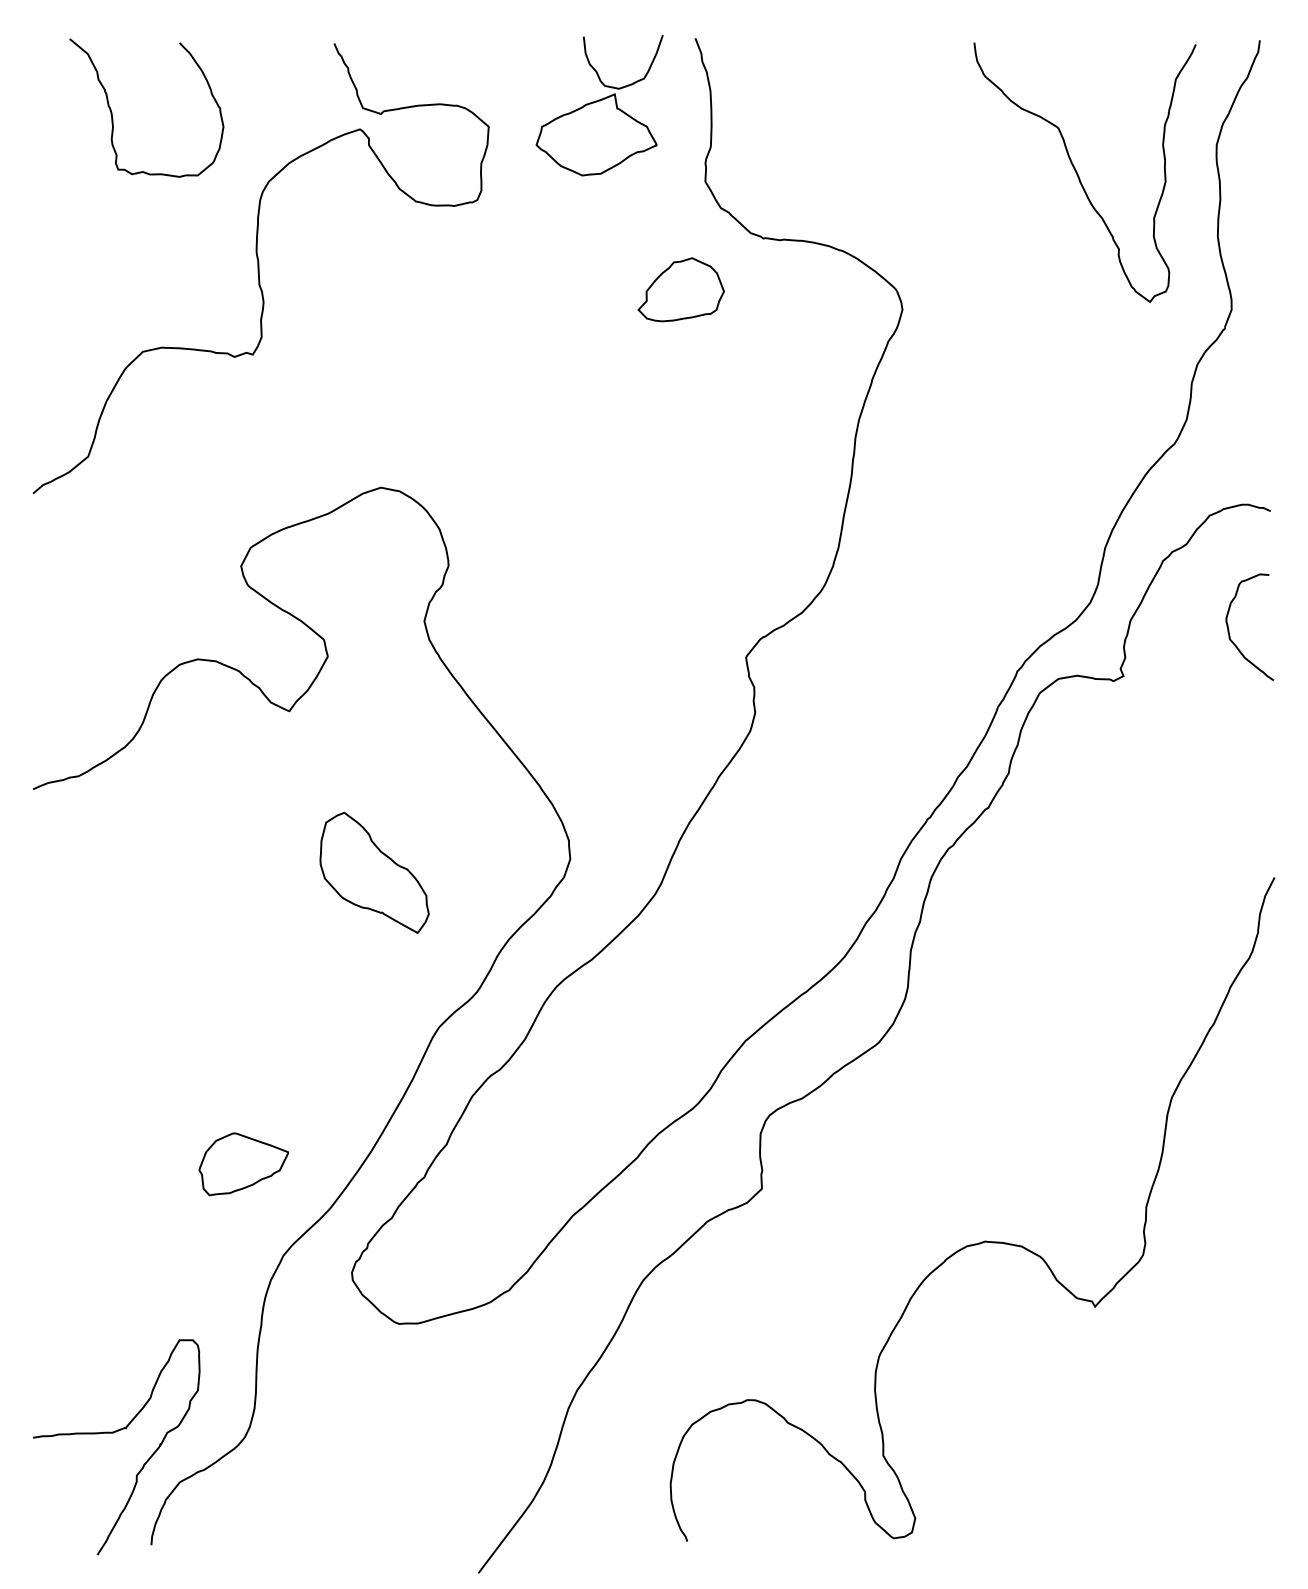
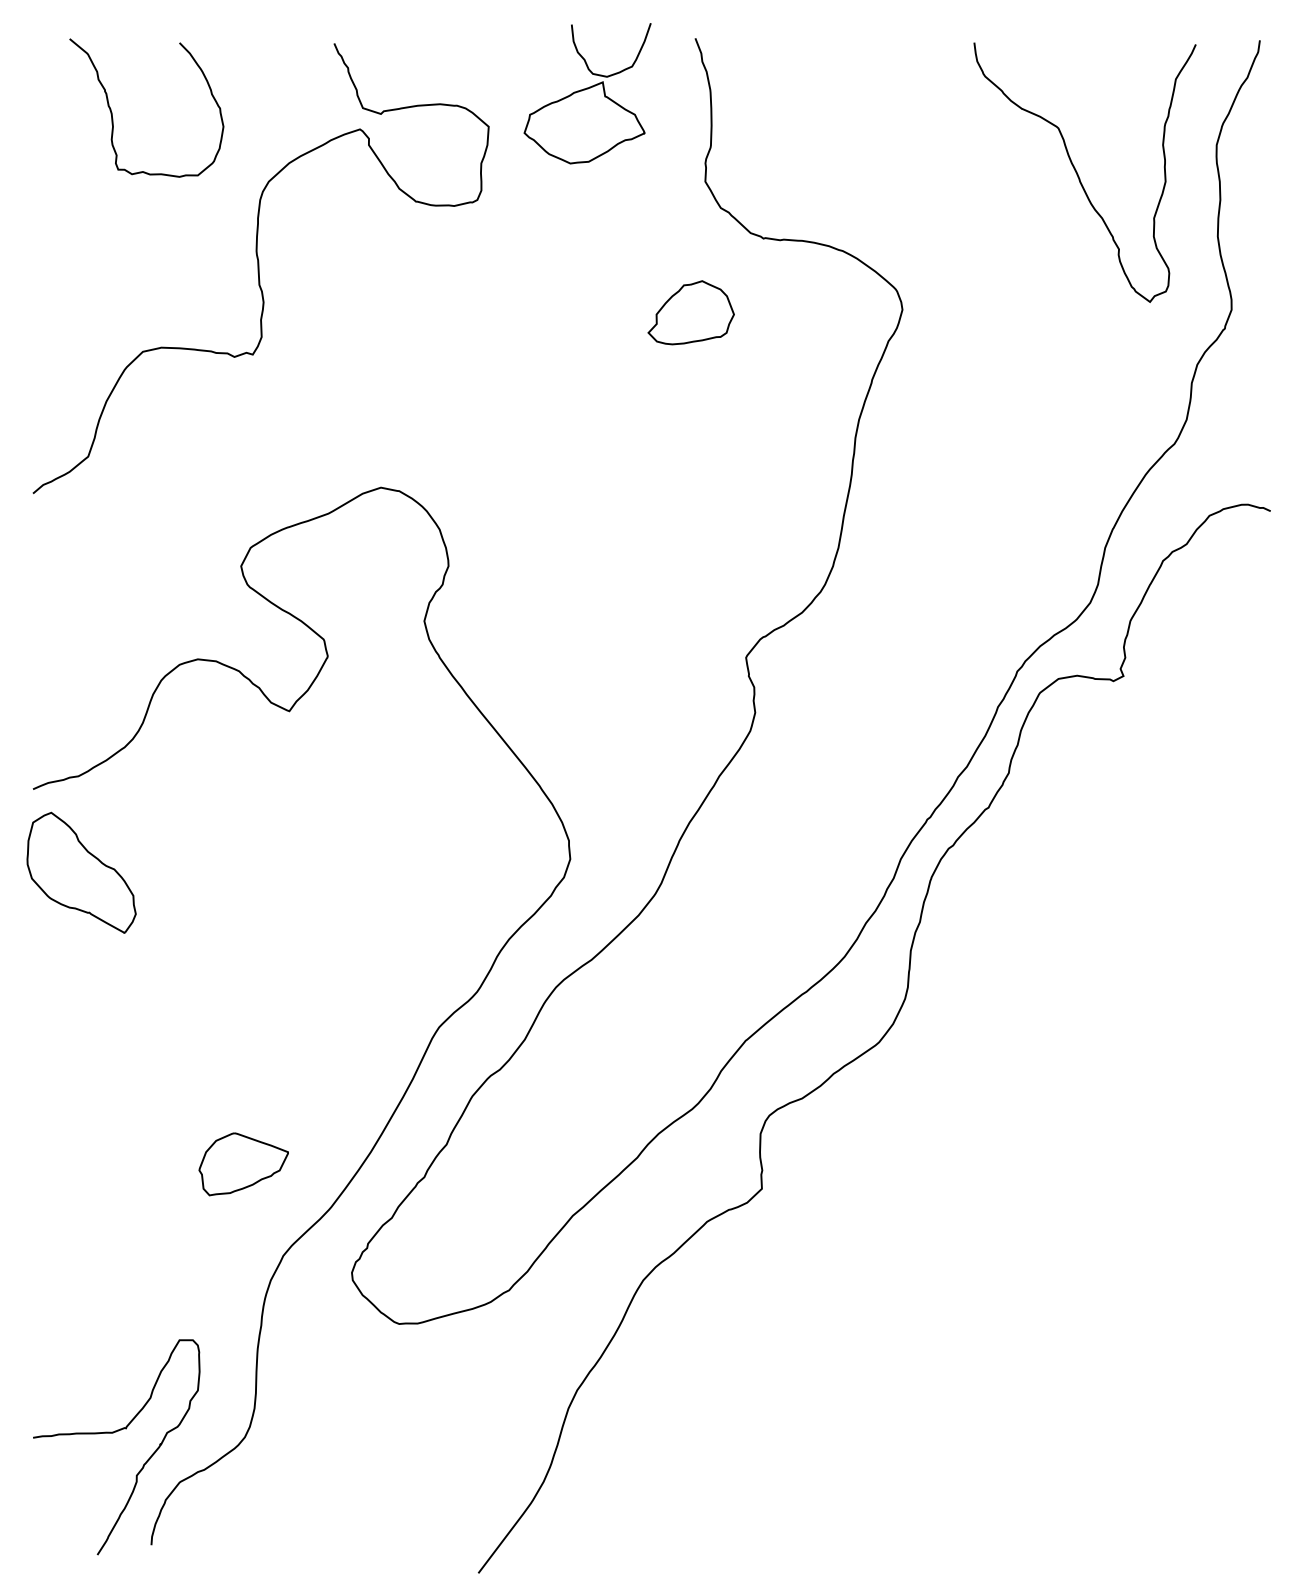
part at (599, 105) position: (599, 105) -> (587, 93)
part at (680, 289) position: (680, 289) -> (690, 312)
curve at (1229, 629): present -> none
part at (374, 872) position: (374, 872) -> (81, 872)
curve at (984, 1240): present -> none
